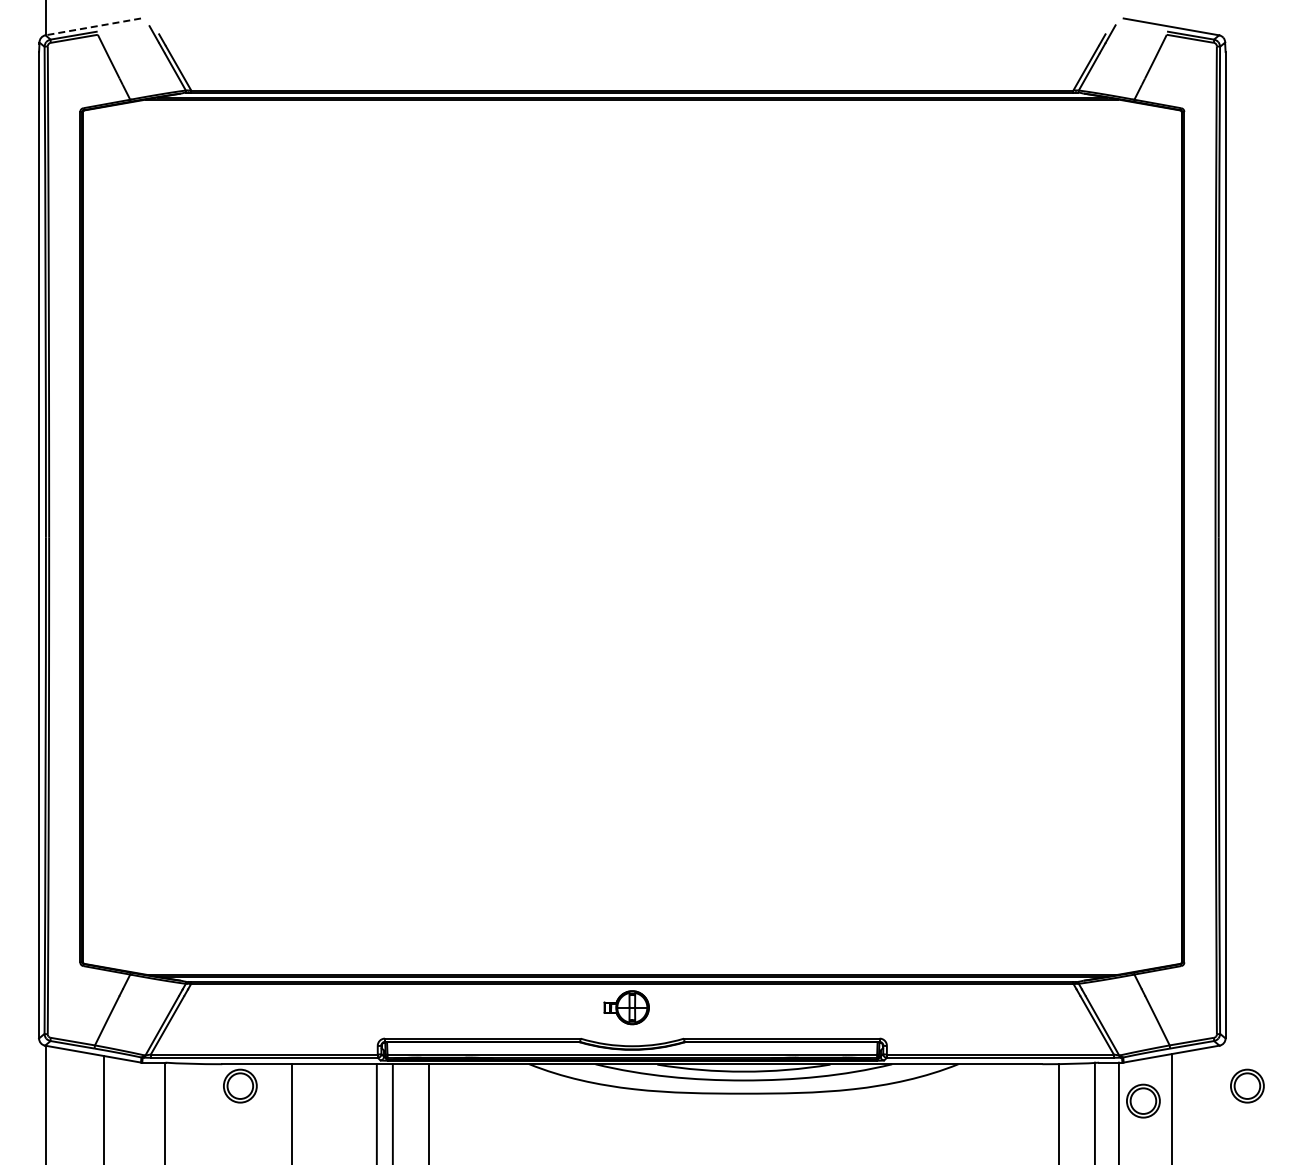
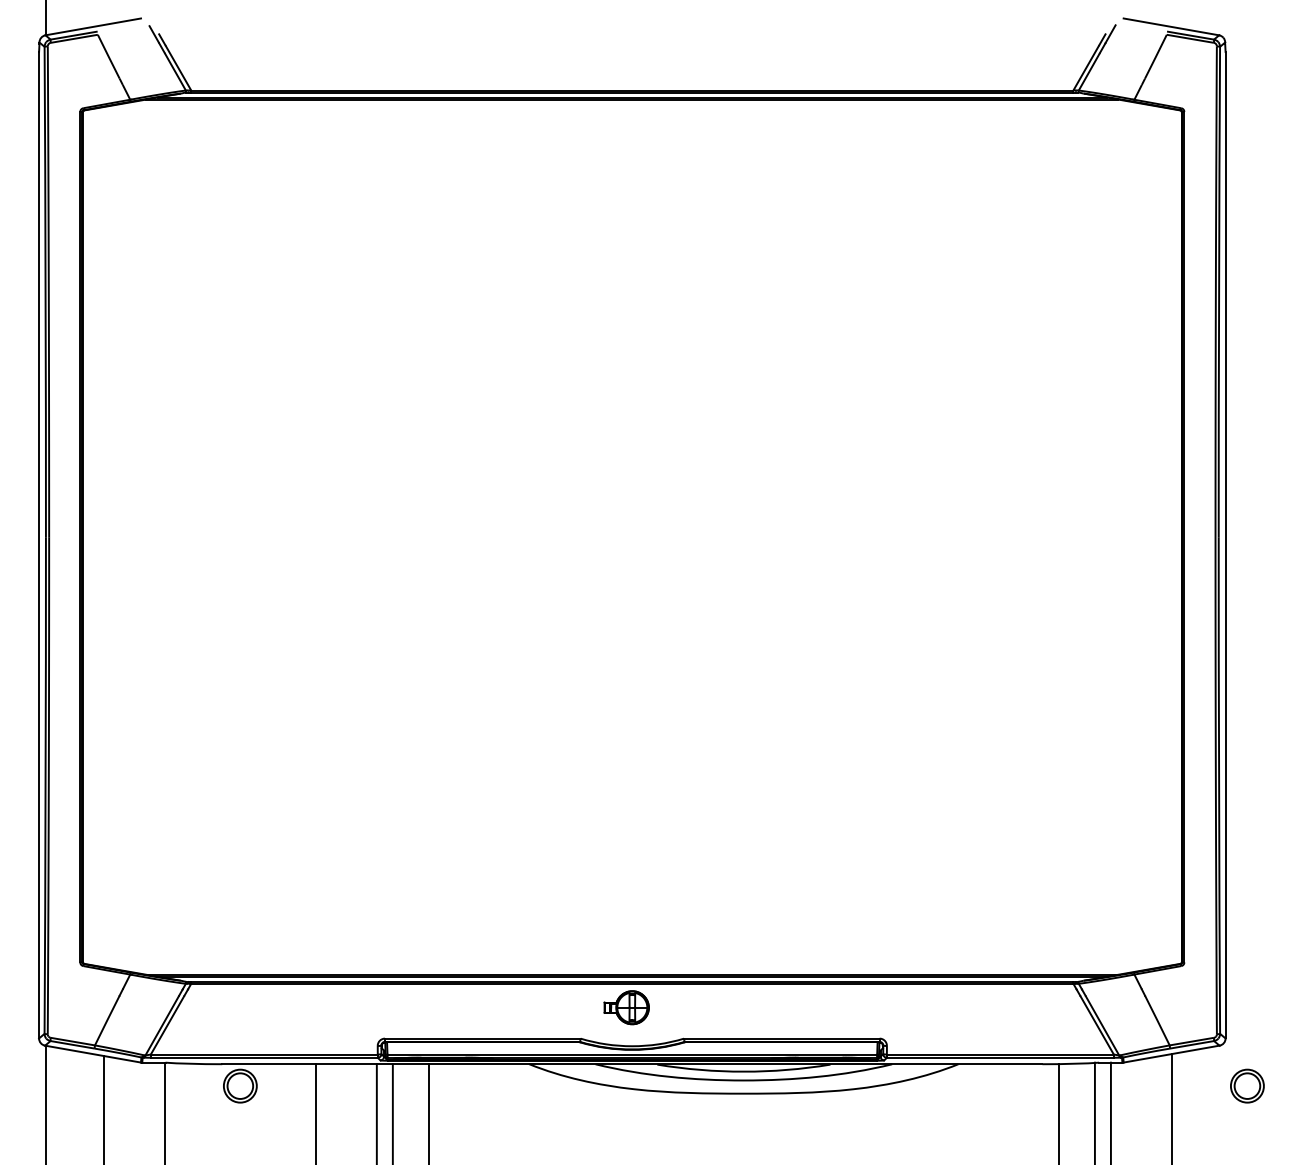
line at (92, 27): dashed -> solid
part at (1143, 1100): present -> none
line at (1118, 1111) position: (1118, 1111) -> (1110, 1111)
line at (291, 1112) position: (291, 1112) -> (315, 1112)
